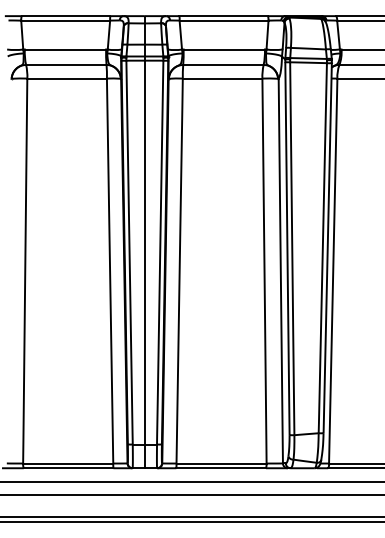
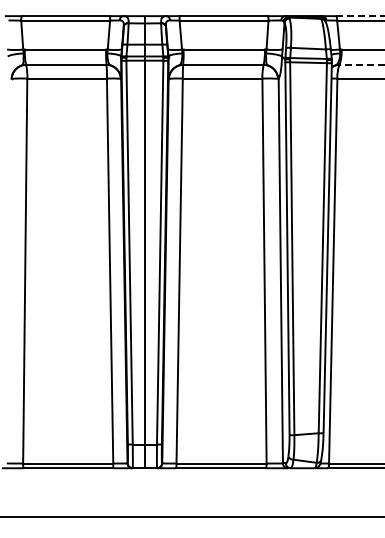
line at (361, 16): solid -> dashed
line at (361, 64): solid -> dashed
line at (191, 481): present -> none
line at (191, 494): present -> none
line at (191, 521): present -> none
